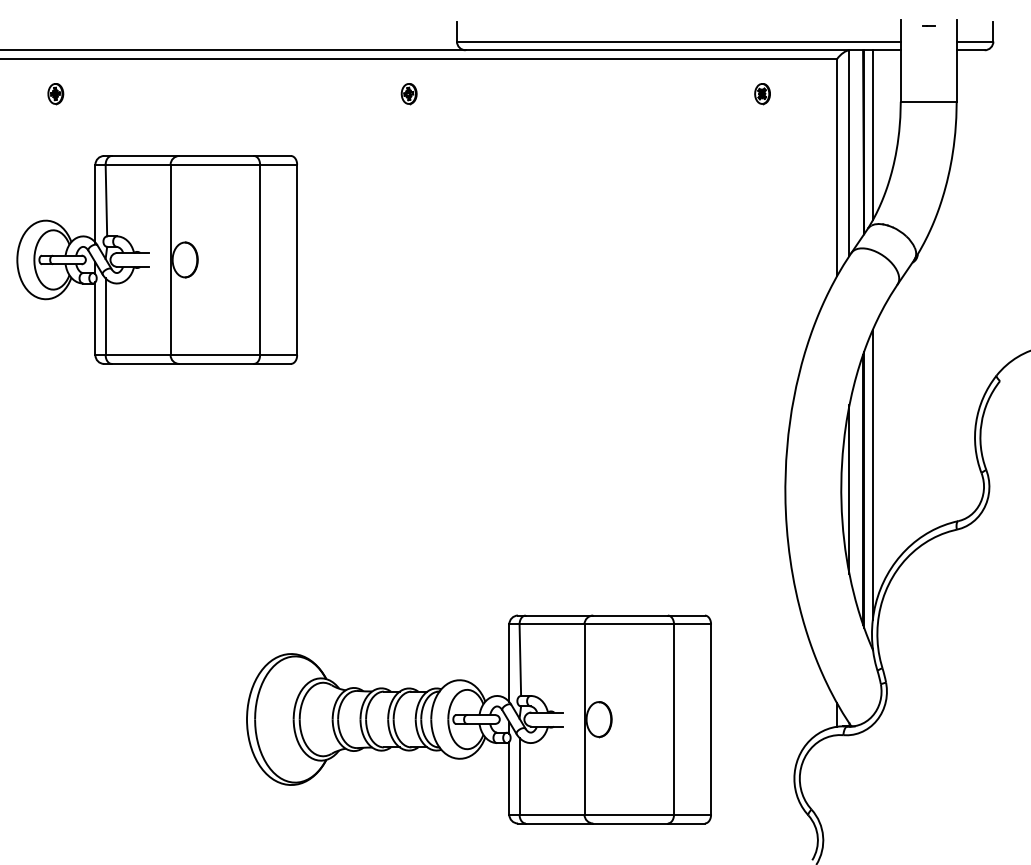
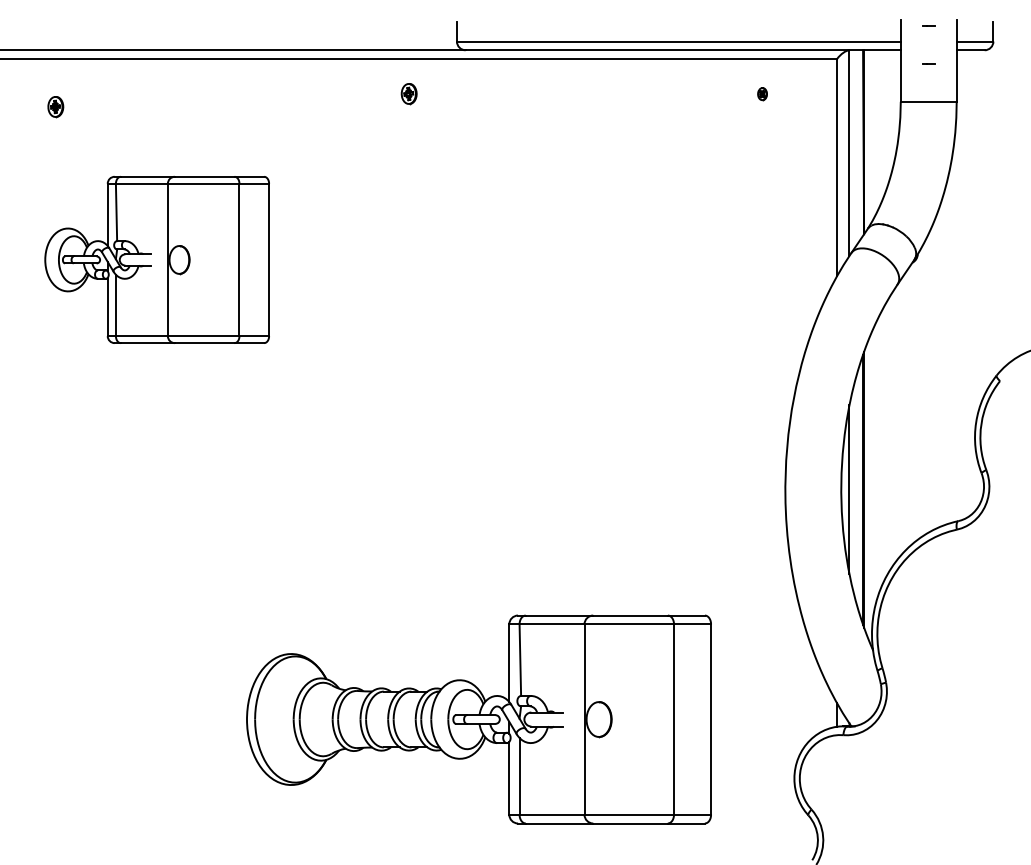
line at (928, 63): none -> present
part at (55, 94) position: (55, 94) -> (55, 107)
part at (762, 94) size: 17x23 px -> 11x15 px
line at (872, 135): present -> none
part at (156, 259) size: 282x210 px -> 226x168 px
line at (872, 474): present -> none
